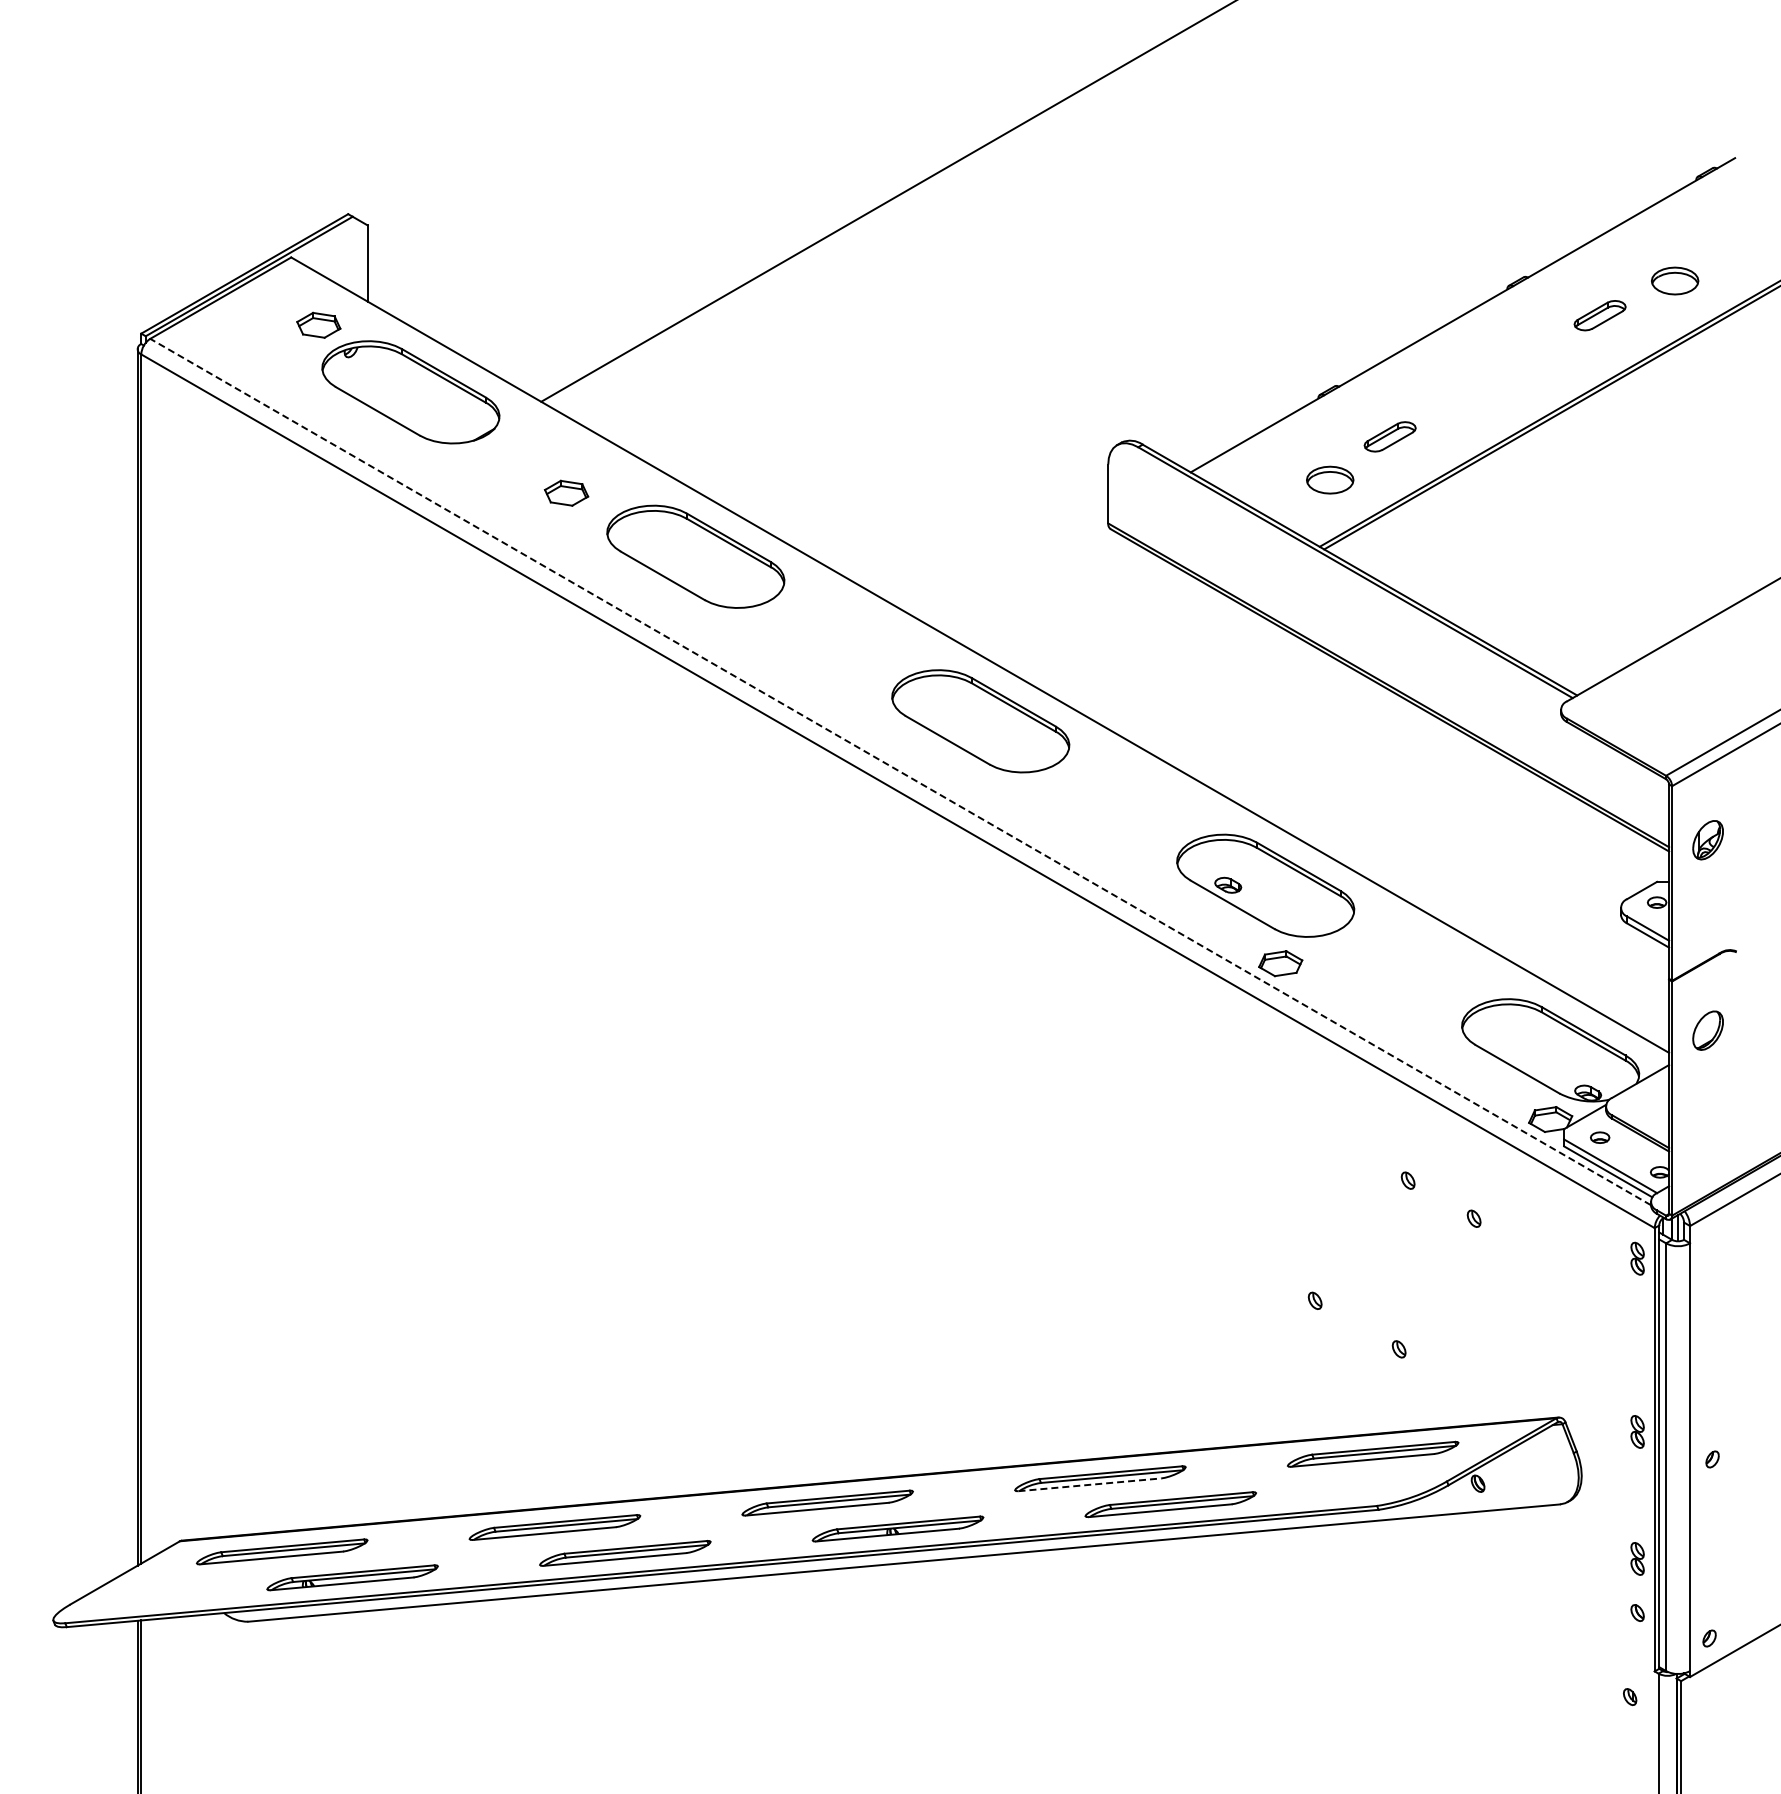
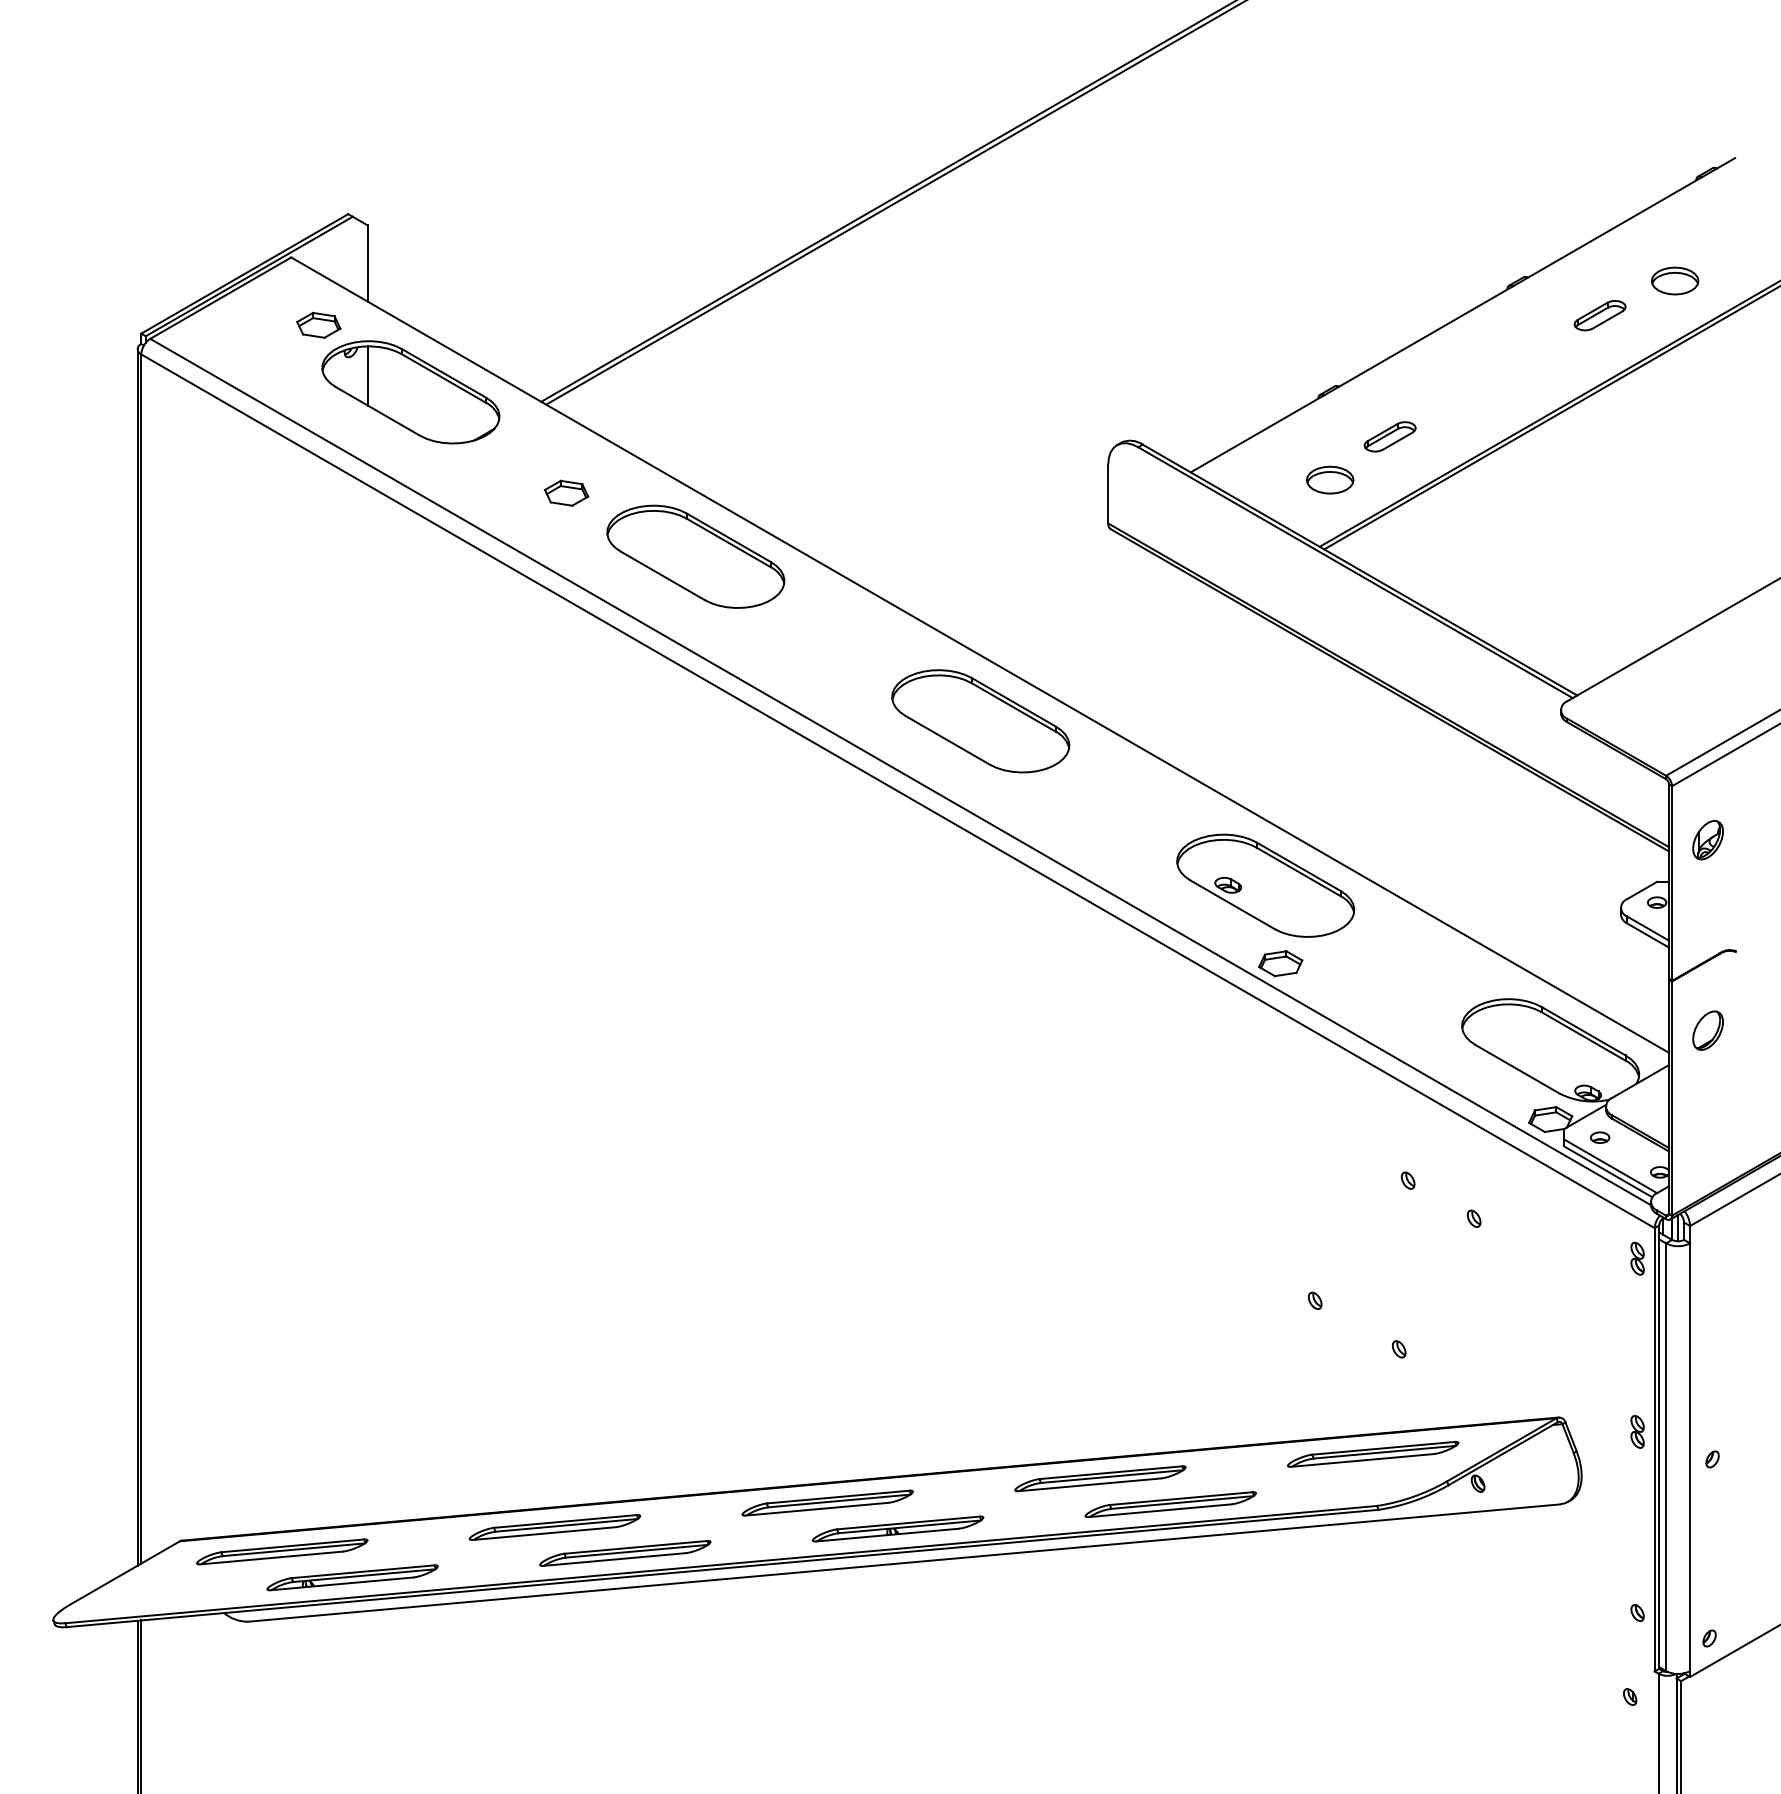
line at (894, 203): none -> present
line at (367, 375): none -> present
line at (900, 771): dashed -> solid
line at (1089, 1484): dashed -> solid
part at (1637, 1558): present -> none
